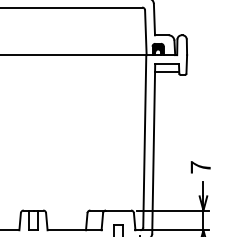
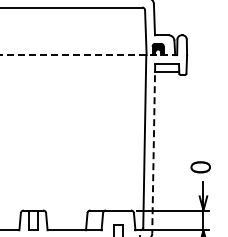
line at (89, 55): solid -> dashed
line at (153, 148): solid -> dashed
text at (200, 167): 7 -> 0
